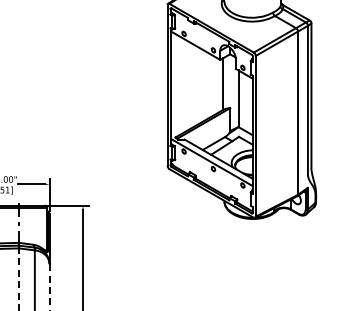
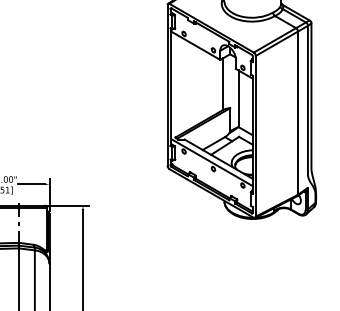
line at (18, 279): dashed -> solid
line at (49, 287): dashed -> solid
